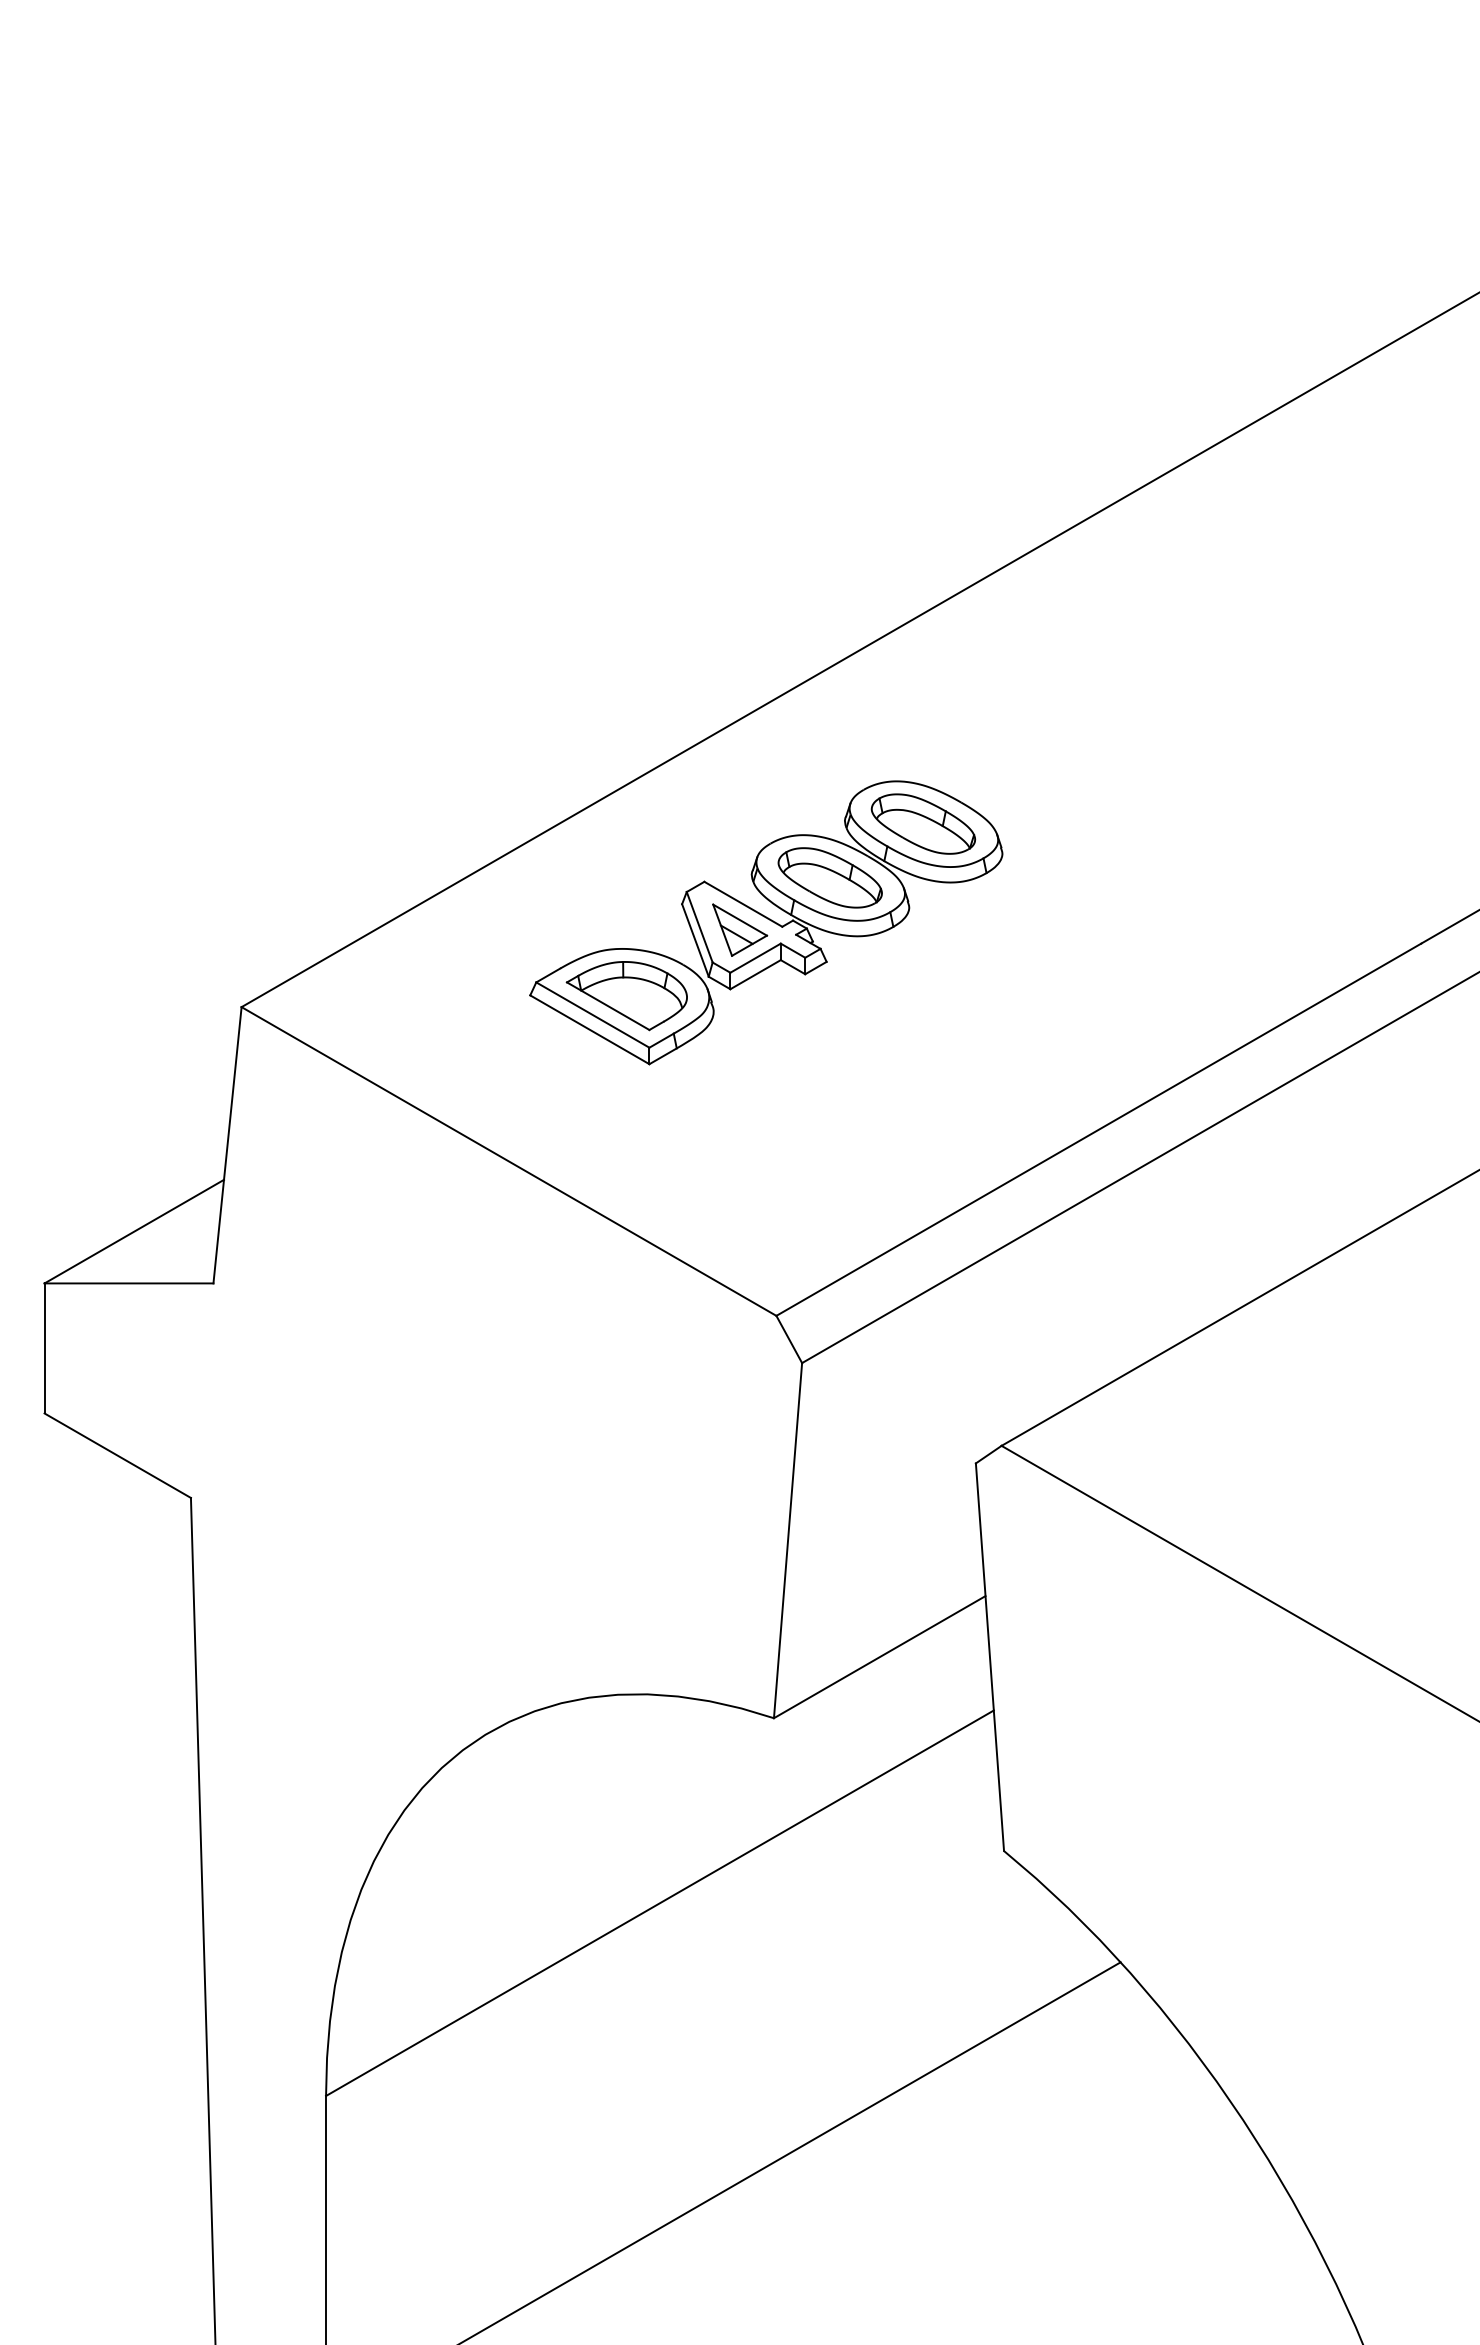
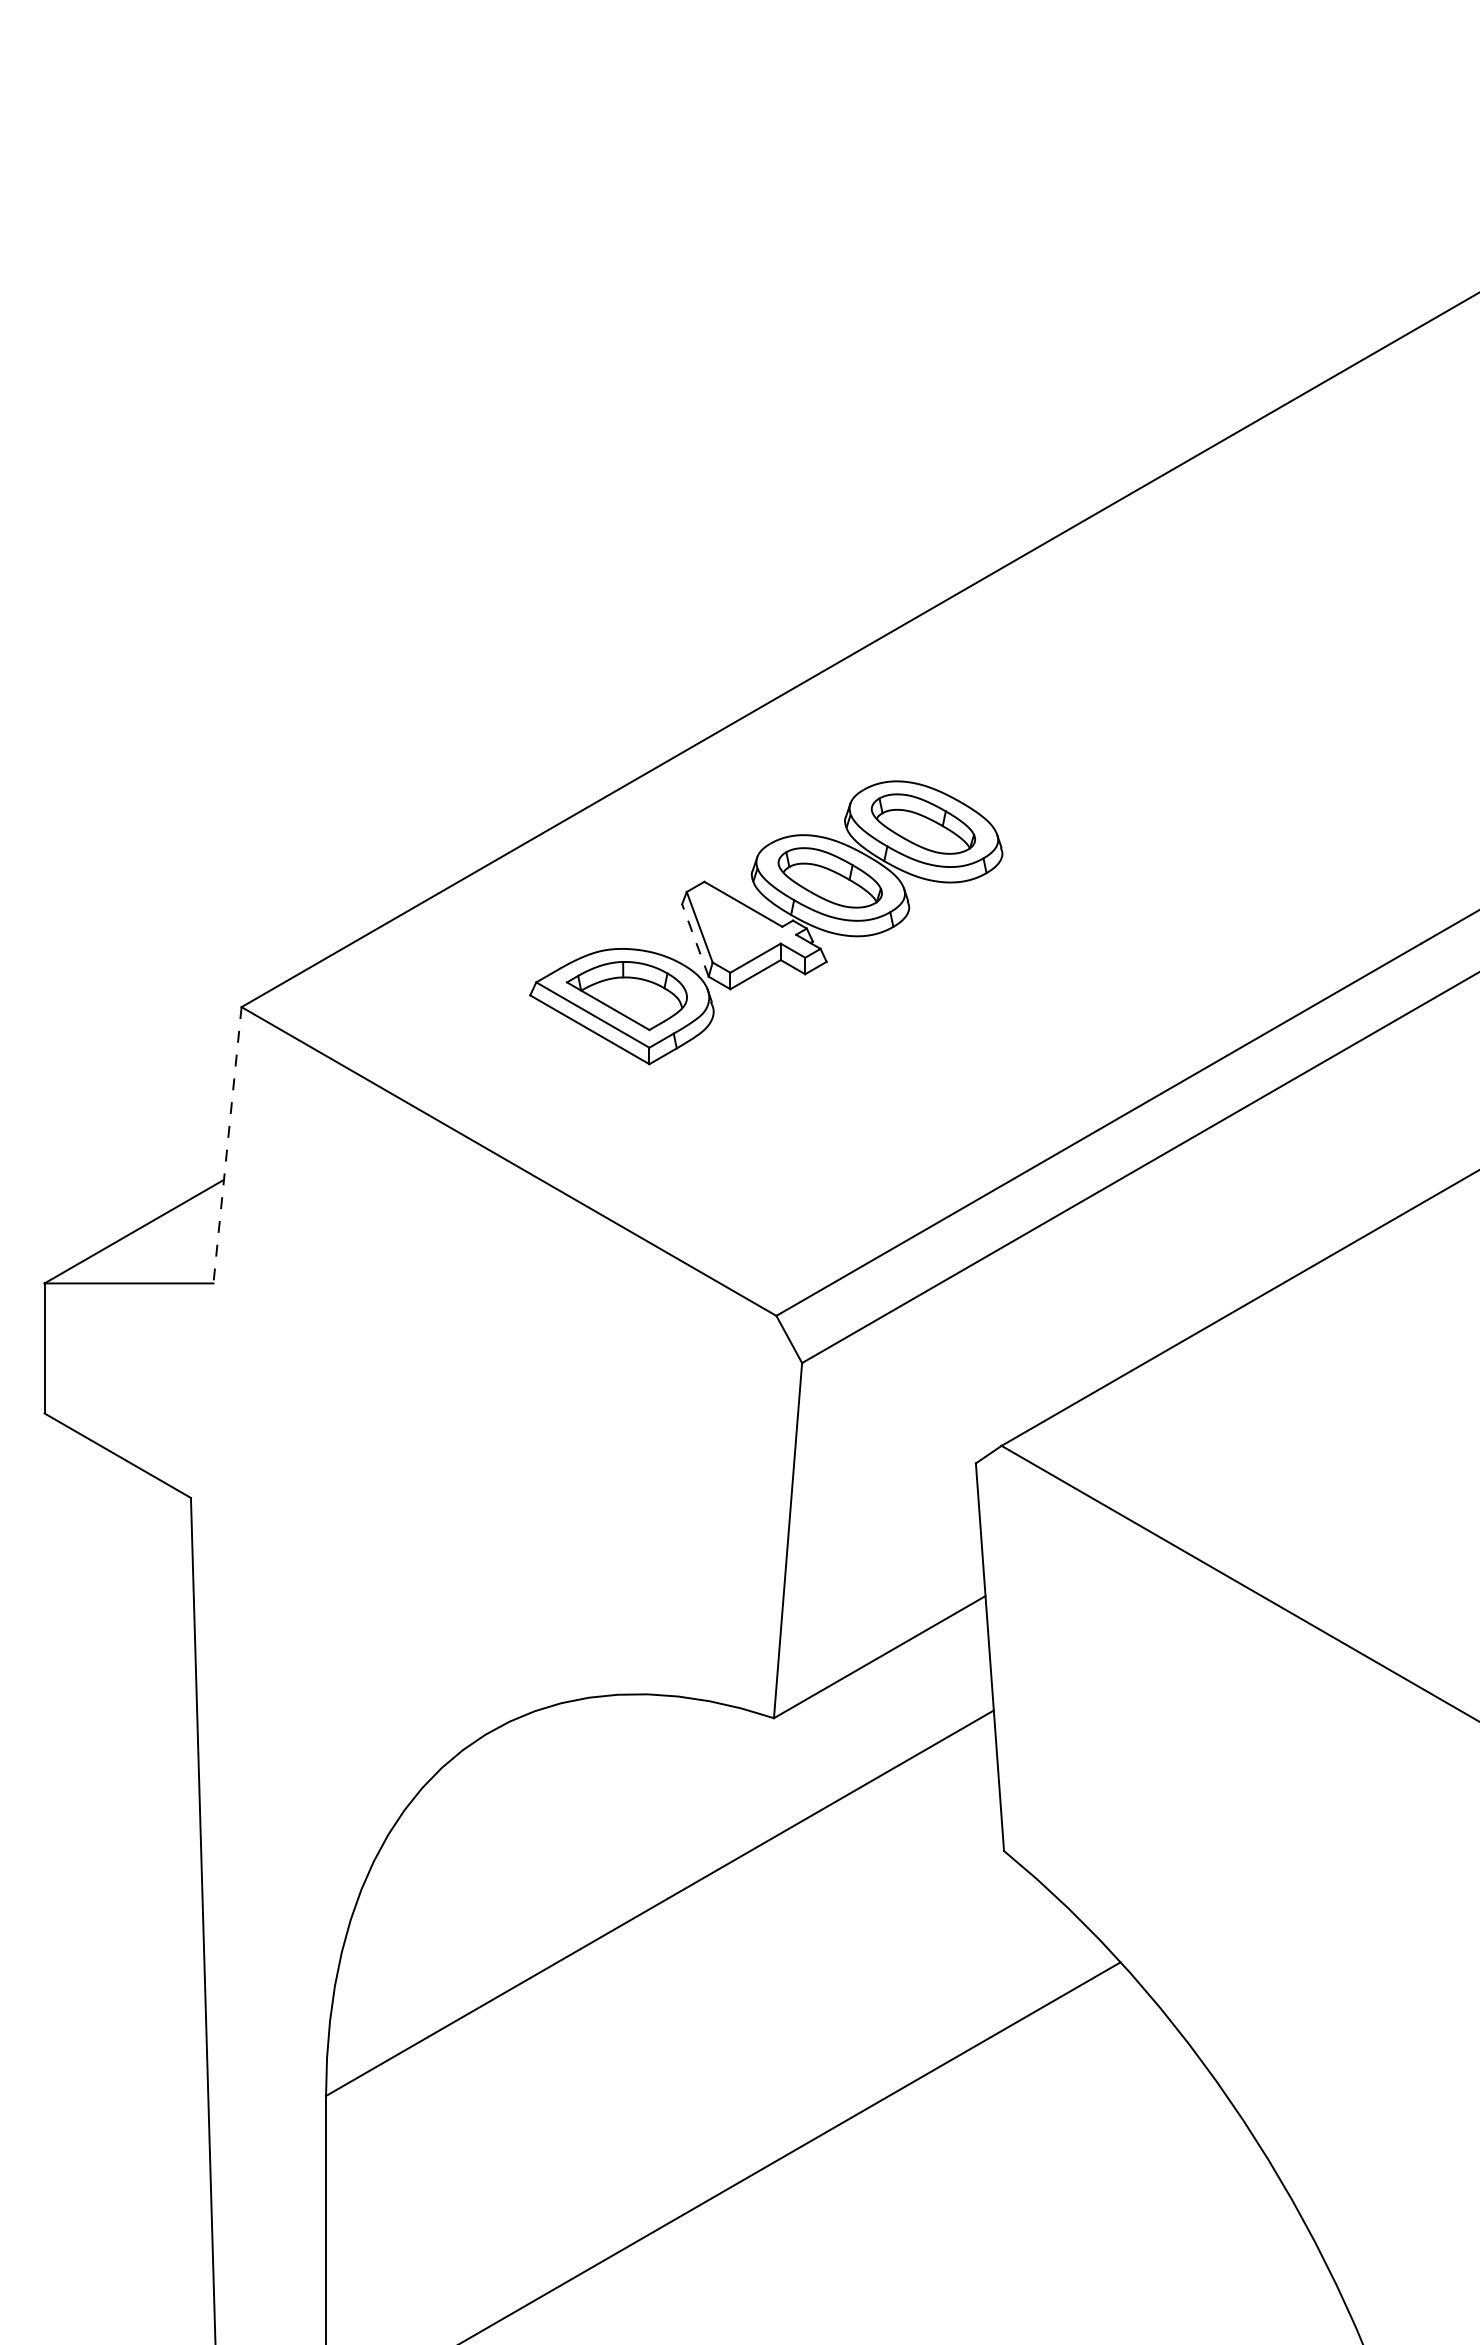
part at (740, 929): present -> none
line at (695, 940): solid -> dashed
line at (227, 1145): solid -> dashed
